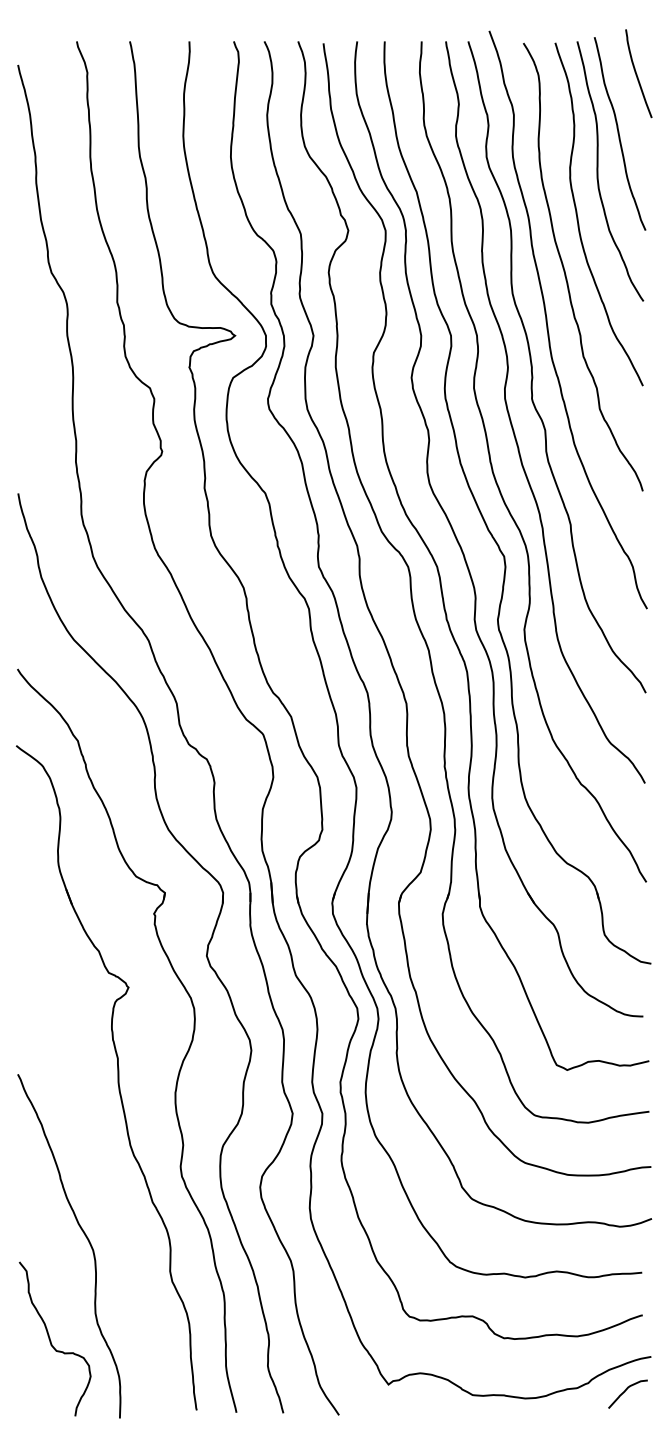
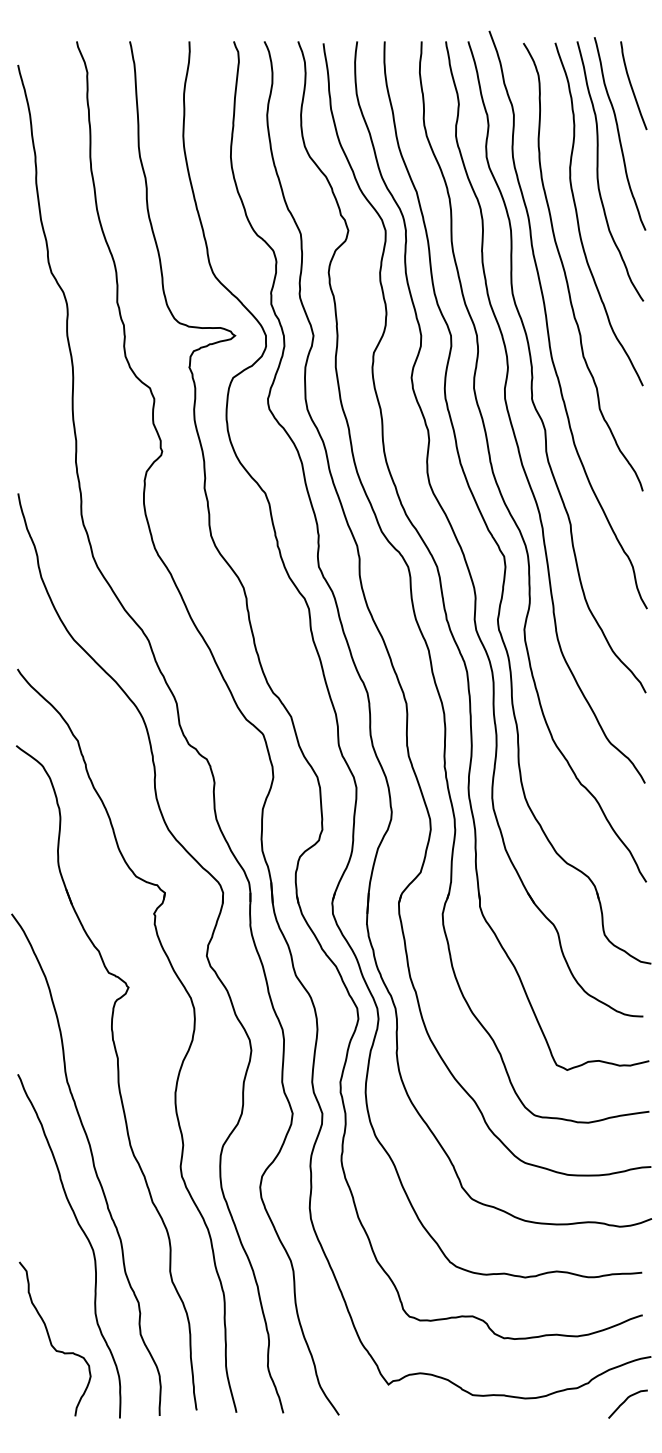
curve at (637, 74) position: (637, 74) -> (632, 86)
curve at (92, 1164): none -> present
curve at (625, 1391) position: (625, 1391) -> (625, 1401)
